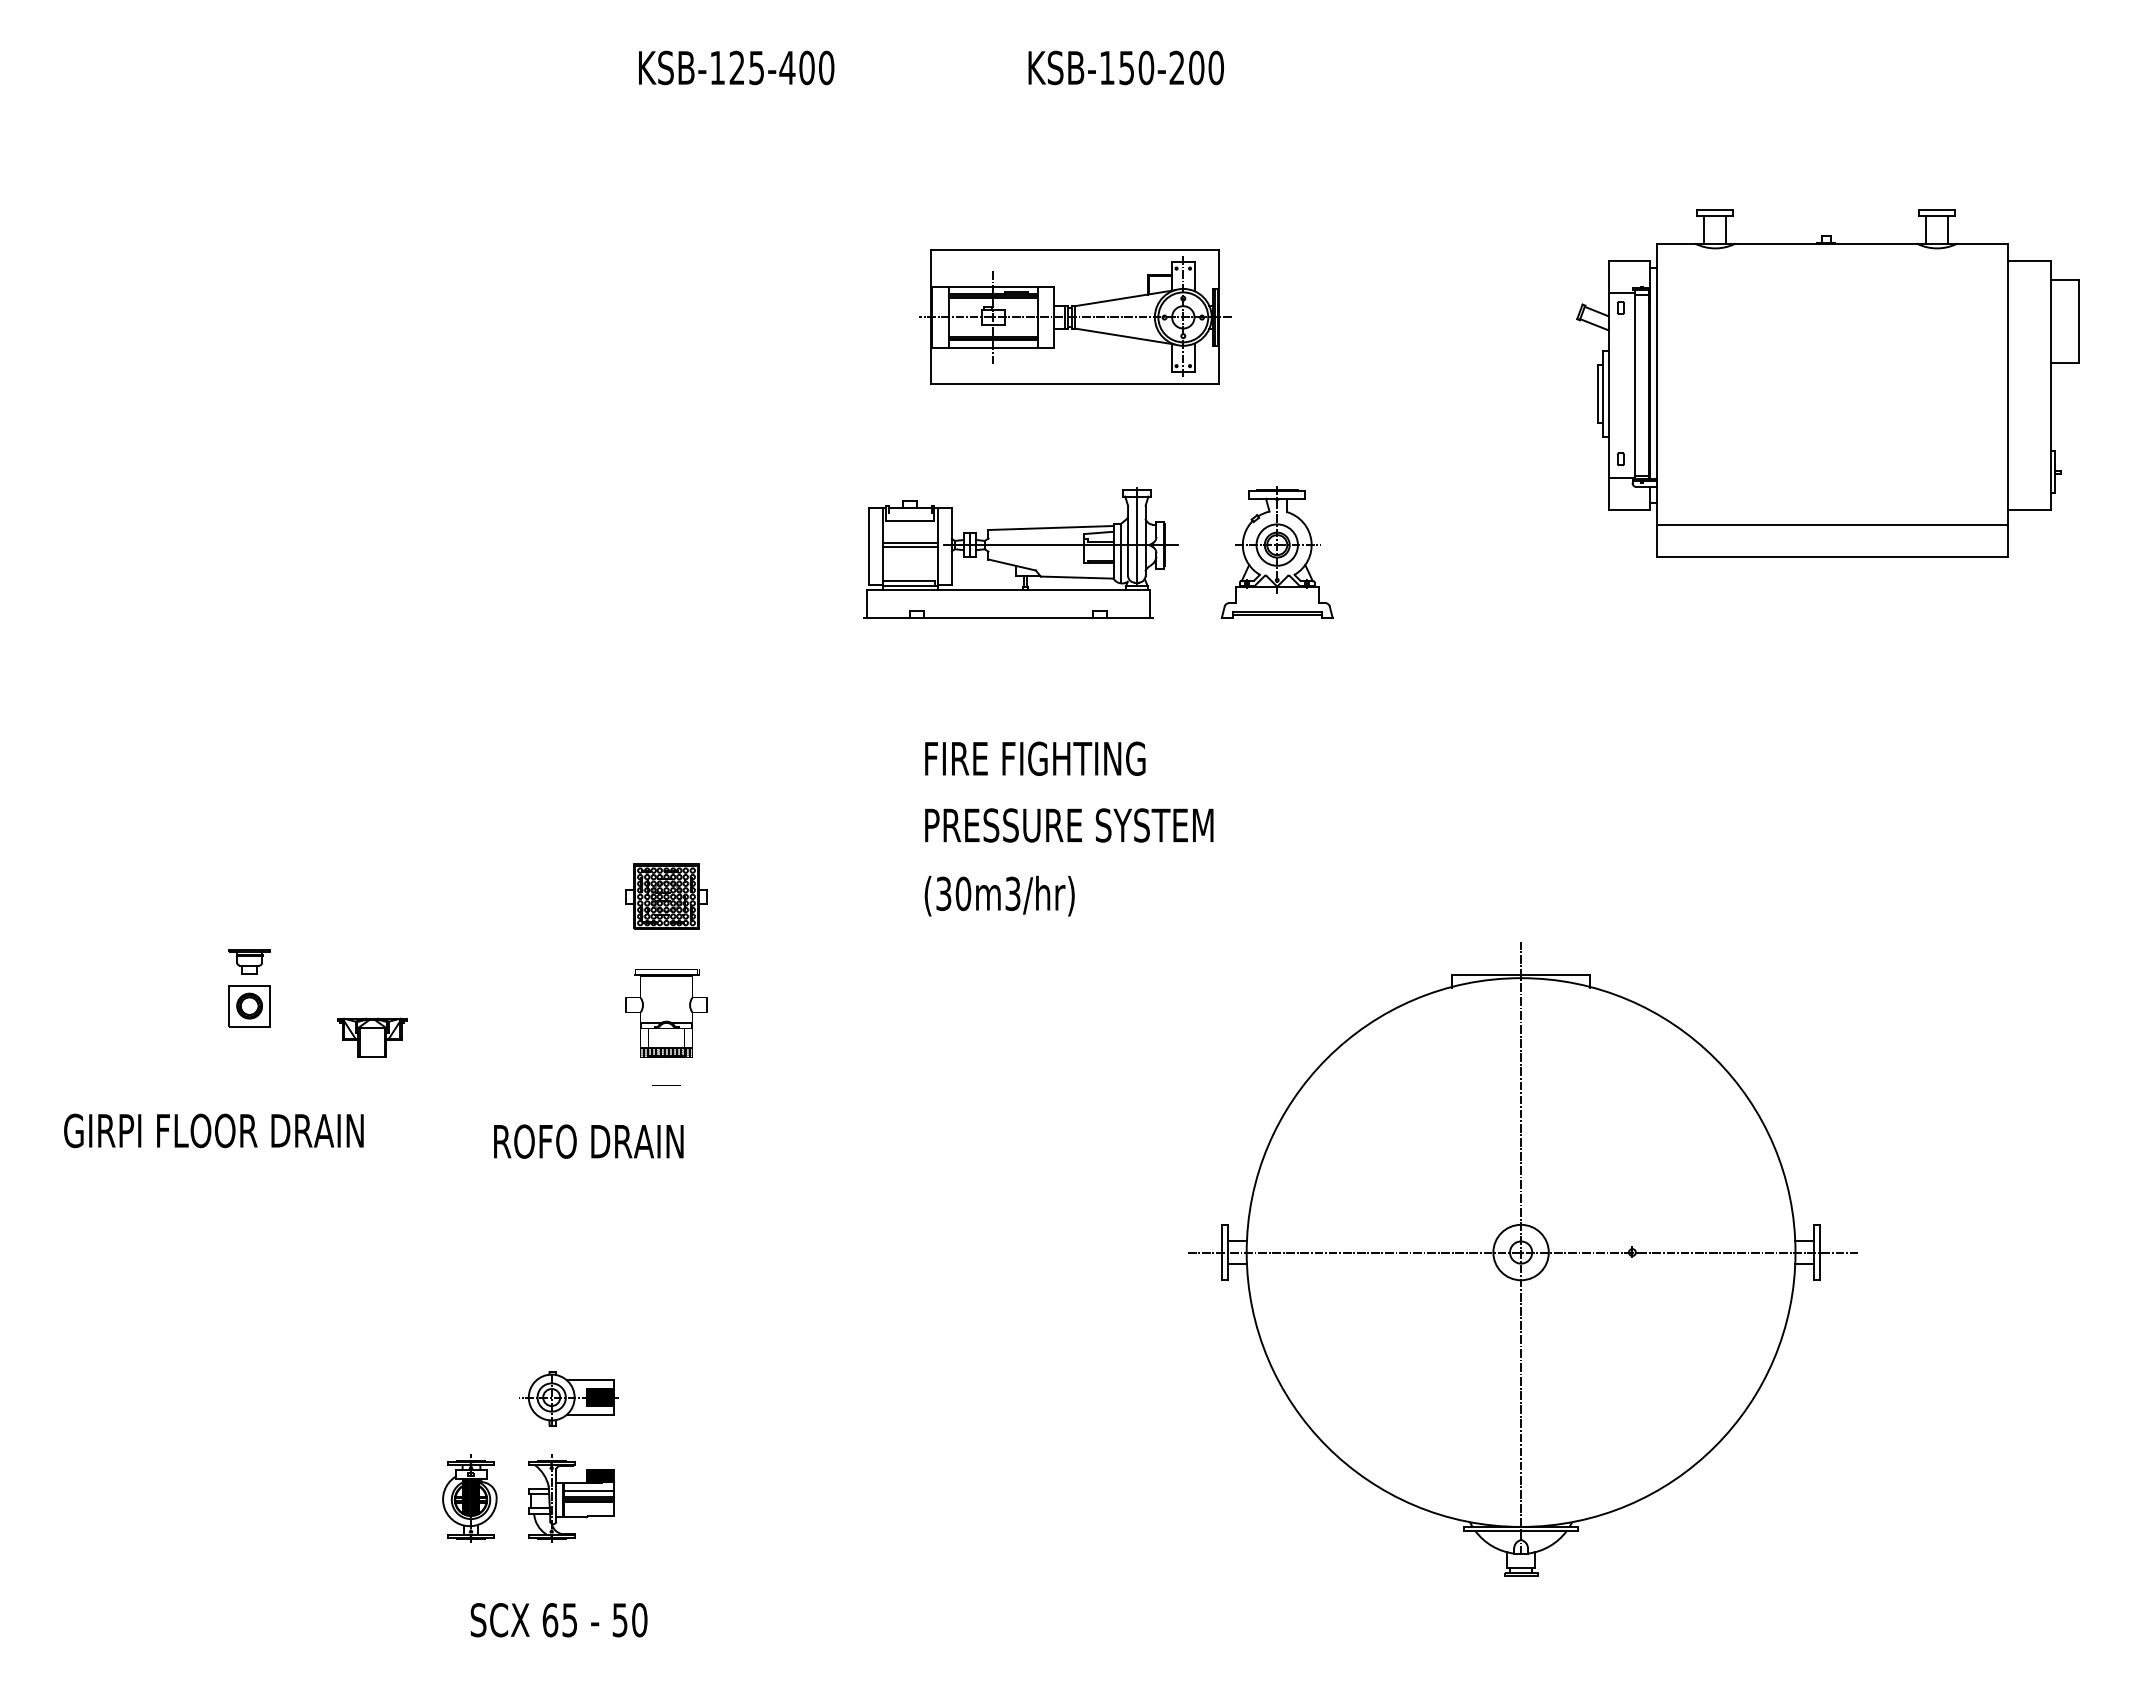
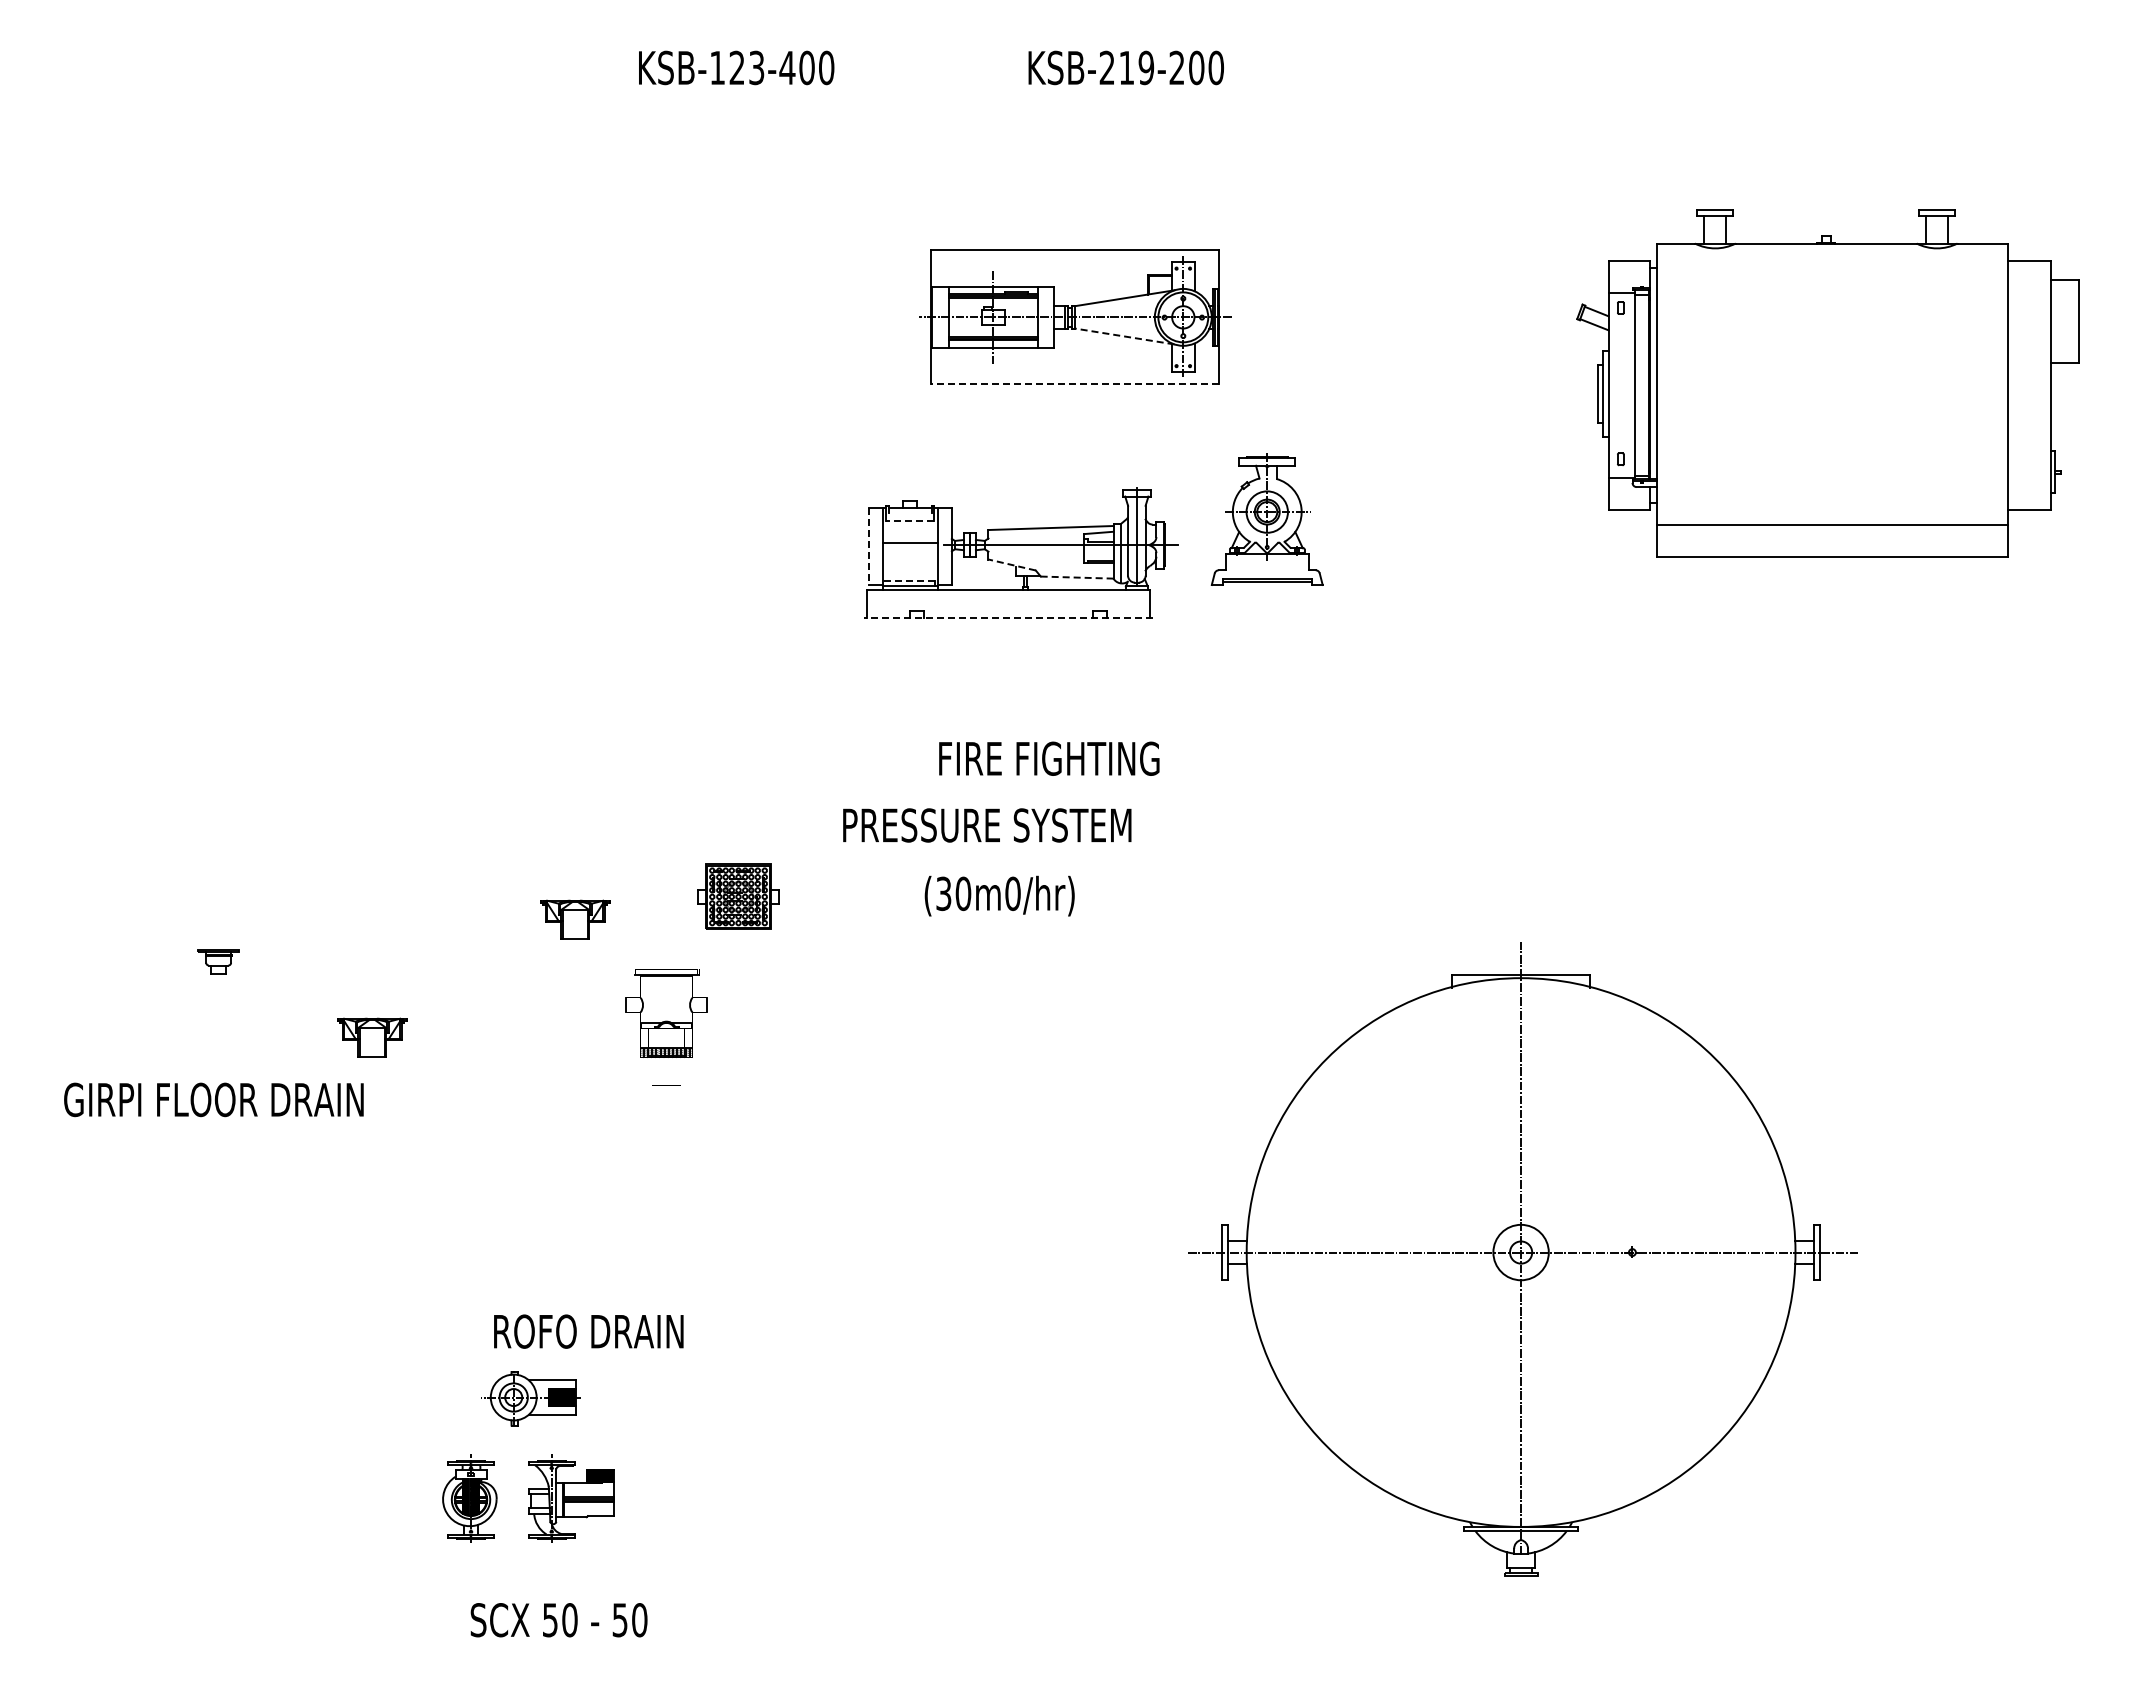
text at (757, 67): KSB-125-400 -> KSB-123-400
text at (1126, 67): KSB-150-200 -> KSB-219-200
line at (1124, 336): solid -> dashed
line at (1074, 384): solid -> dashed
line at (910, 520): solid -> dashed
line at (868, 546): solid -> dashed
line at (910, 546): present -> none
part at (1276, 552) position: (1276, 552) -> (1266, 519)
line at (1011, 564): solid -> dashed
line at (1076, 577): solid -> dashed
line at (908, 580): solid -> dashed
line at (1008, 617): solid -> dashed
text at (1035, 758) position: (1035, 758) -> (1049, 758)
text at (1069, 825) position: (1069, 825) -> (987, 825)
text at (1012, 893): (30m3/hr) -> (30m0/hr)
part at (666, 896) position: (666, 896) -> (738, 896)
part at (575, 919): none -> present
part at (249, 961) position: (249, 961) -> (218, 961)
part at (249, 1006): present -> none
text at (213, 1130) position: (213, 1130) -> (213, 1099)
text at (588, 1141) position: (588, 1141) -> (588, 1331)
part at (568, 1398) position: (568, 1398) -> (530, 1398)
line at (588, 1491): present -> none
text at (559, 1620): 65 -> 50
